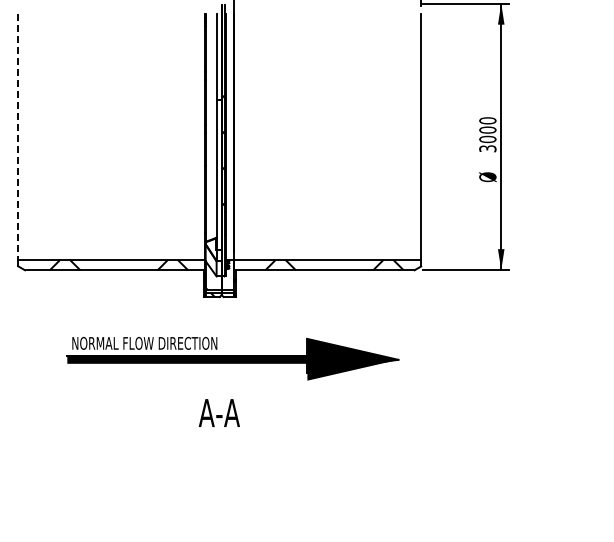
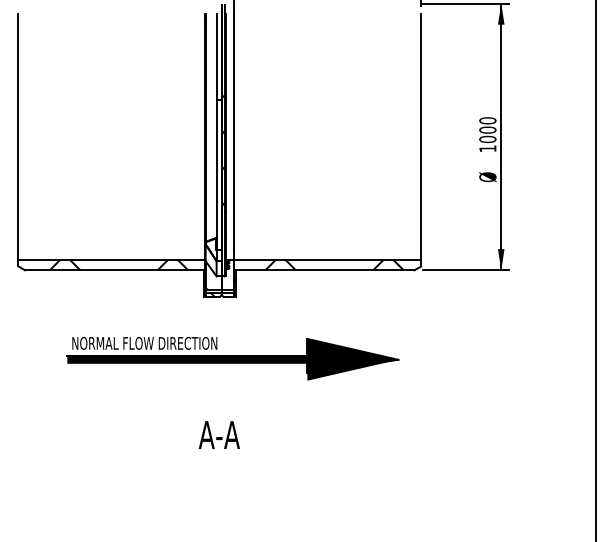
line at (18, 137): dashed -> solid
text at (487, 148): 3000 -> 1000
line at (595, 270): none -> present
text at (218, 412) position: (218, 412) -> (218, 434)
